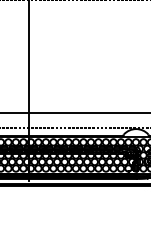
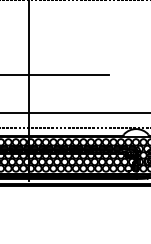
line at (55, 74): none -> present
